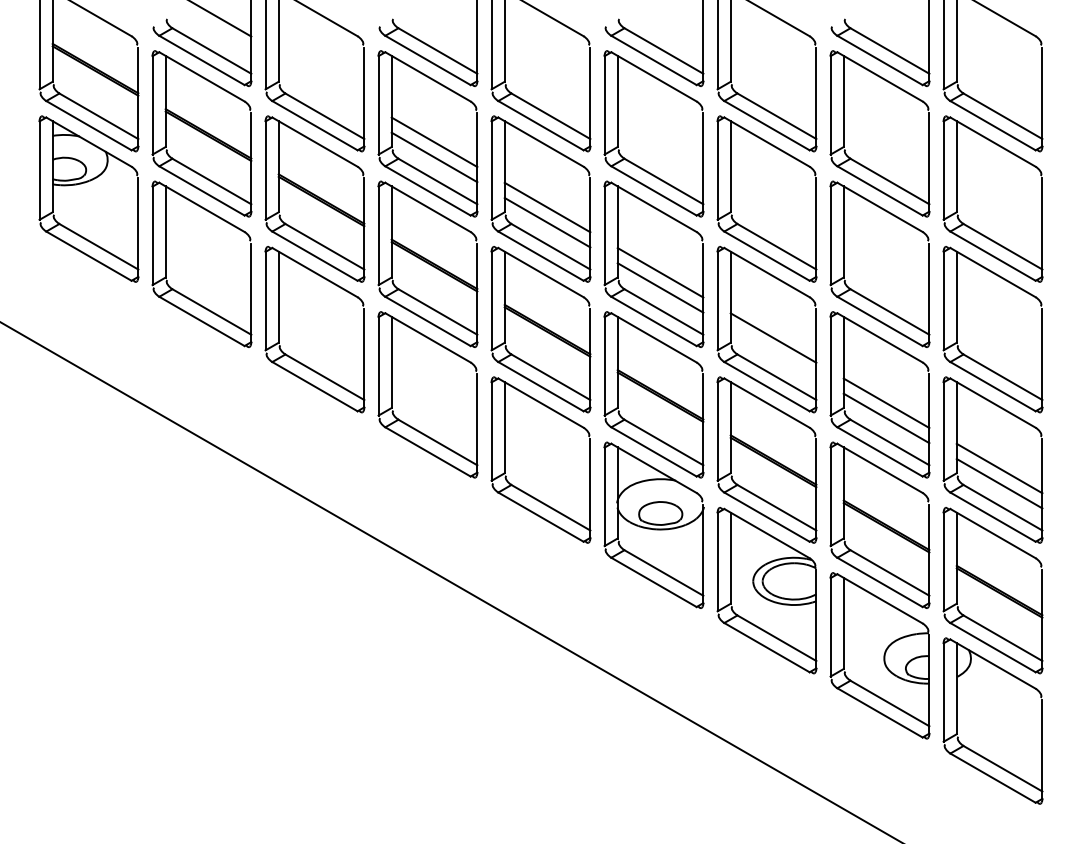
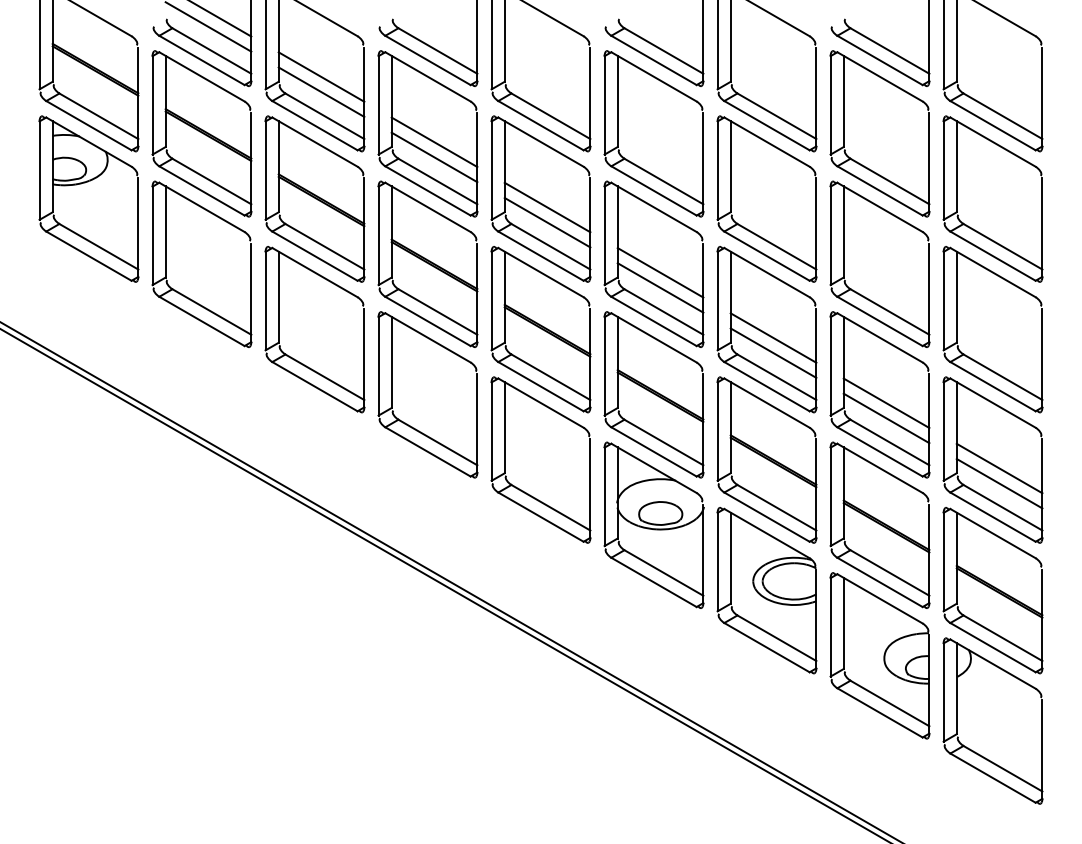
line at (208, 26): none -> present
line at (321, 76): none -> present
line at (321, 91): none -> present
line at (773, 352): none -> present
line at (444, 585): none -> present
